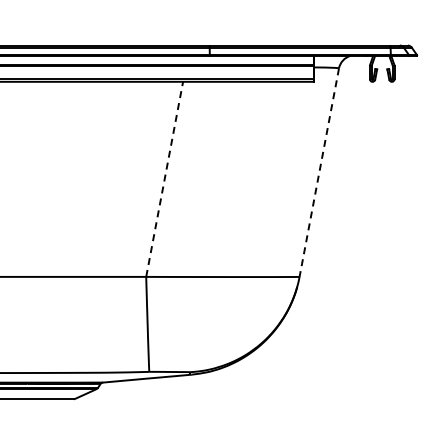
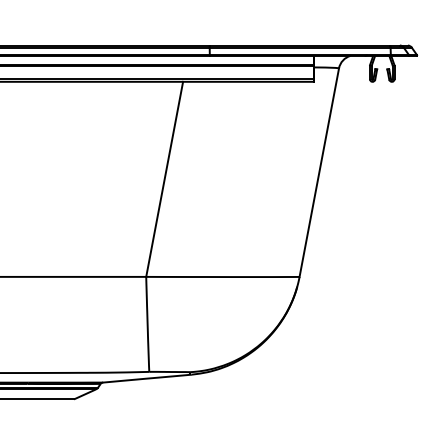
line at (319, 173): dashed -> solid
line at (164, 178): dashed -> solid
